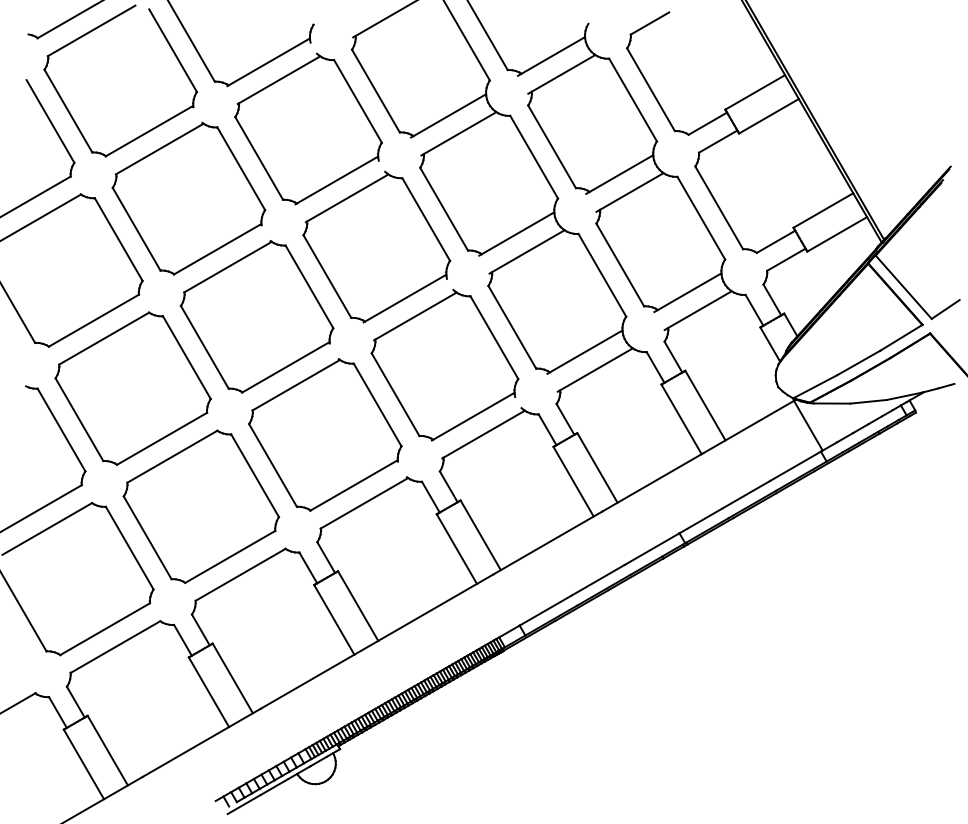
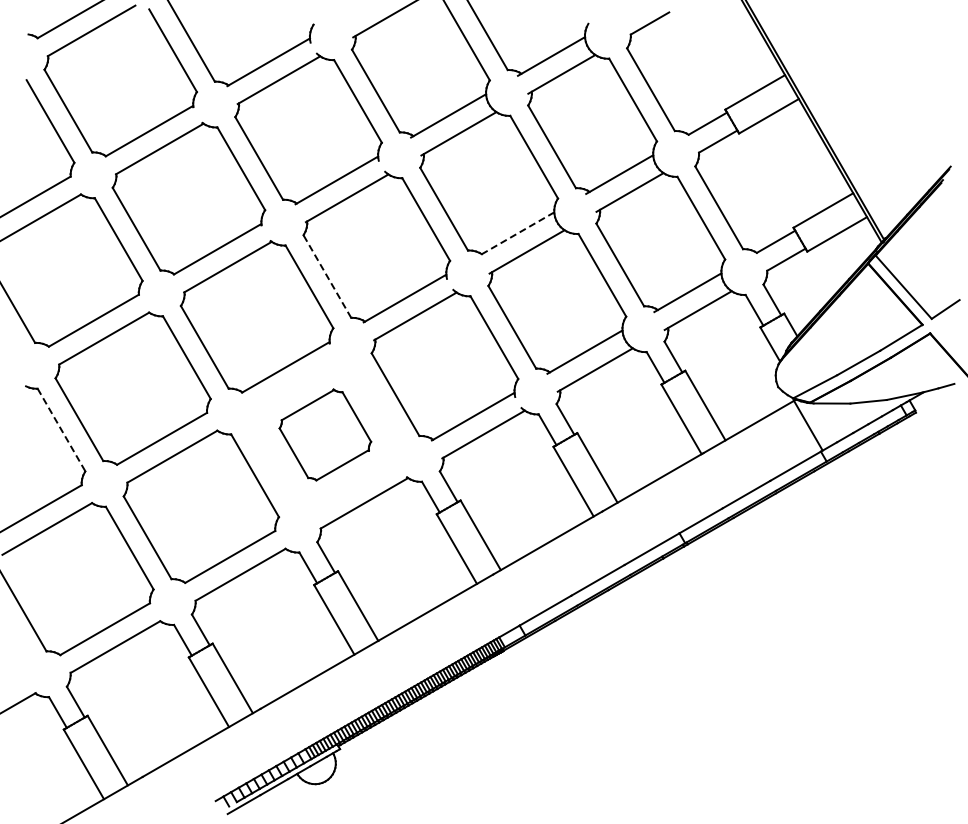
line at (516, 234): solid -> dashed
line at (327, 276): solid -> dashed
line at (61, 430): solid -> dashed
part at (325, 434) size: 155x154 px -> 95x94 px
